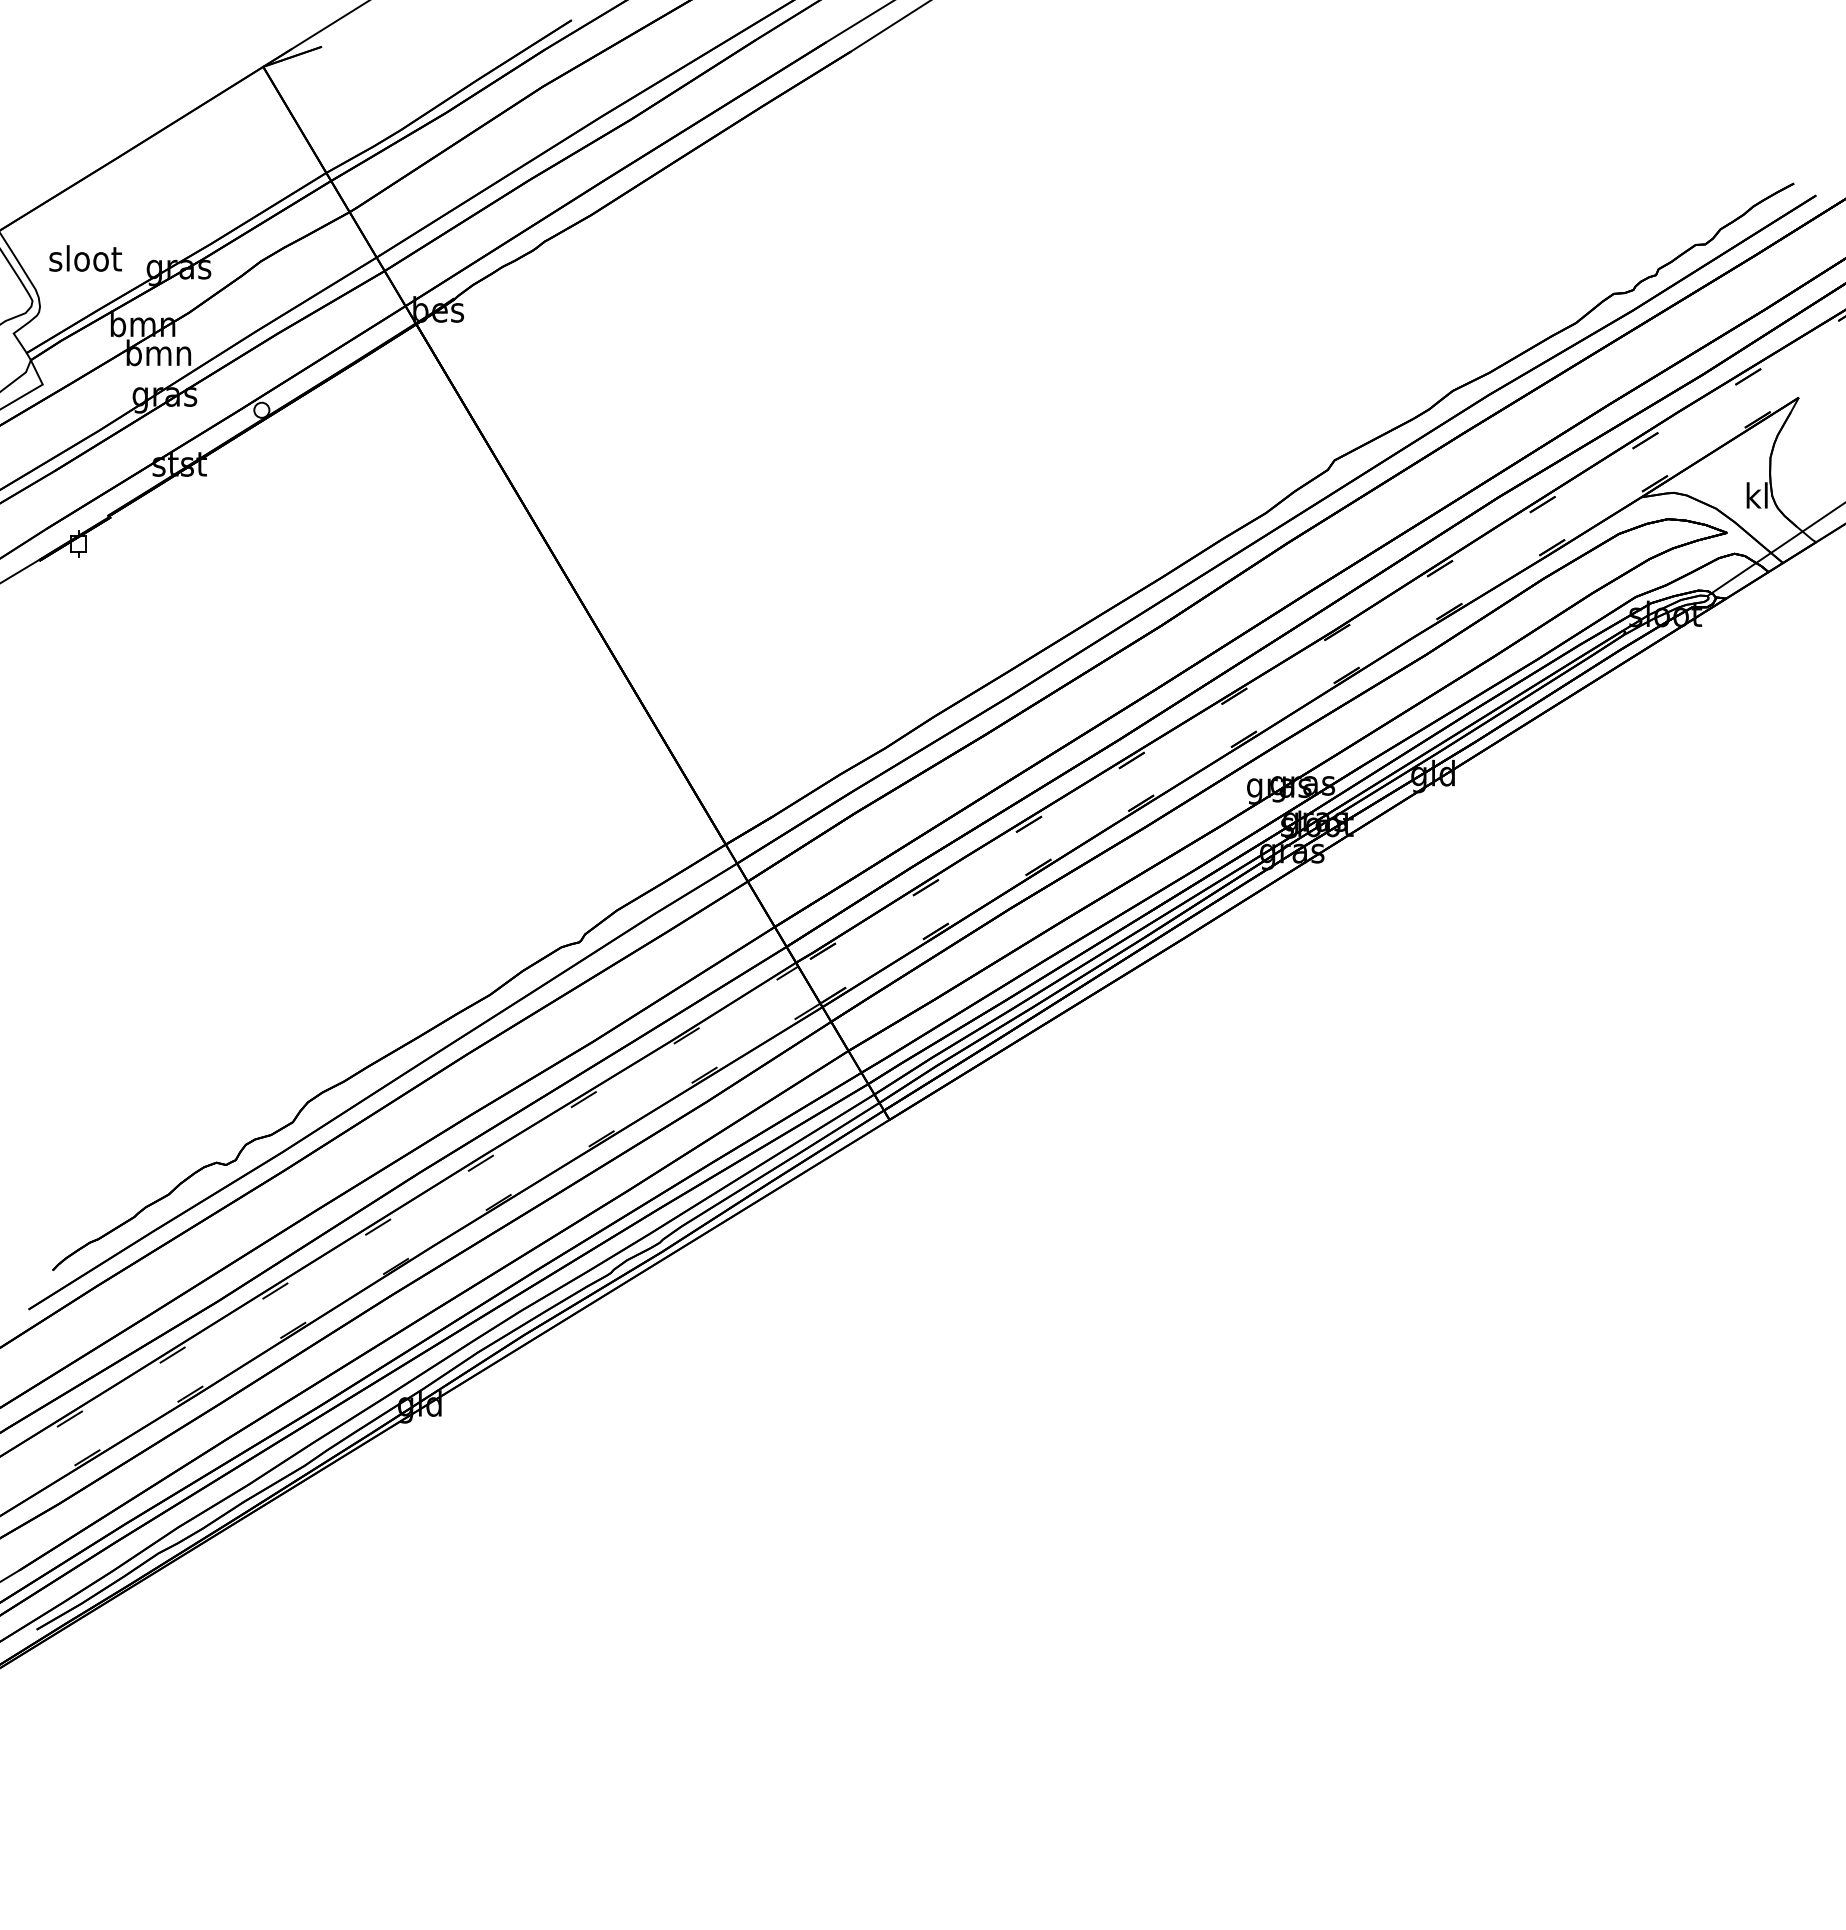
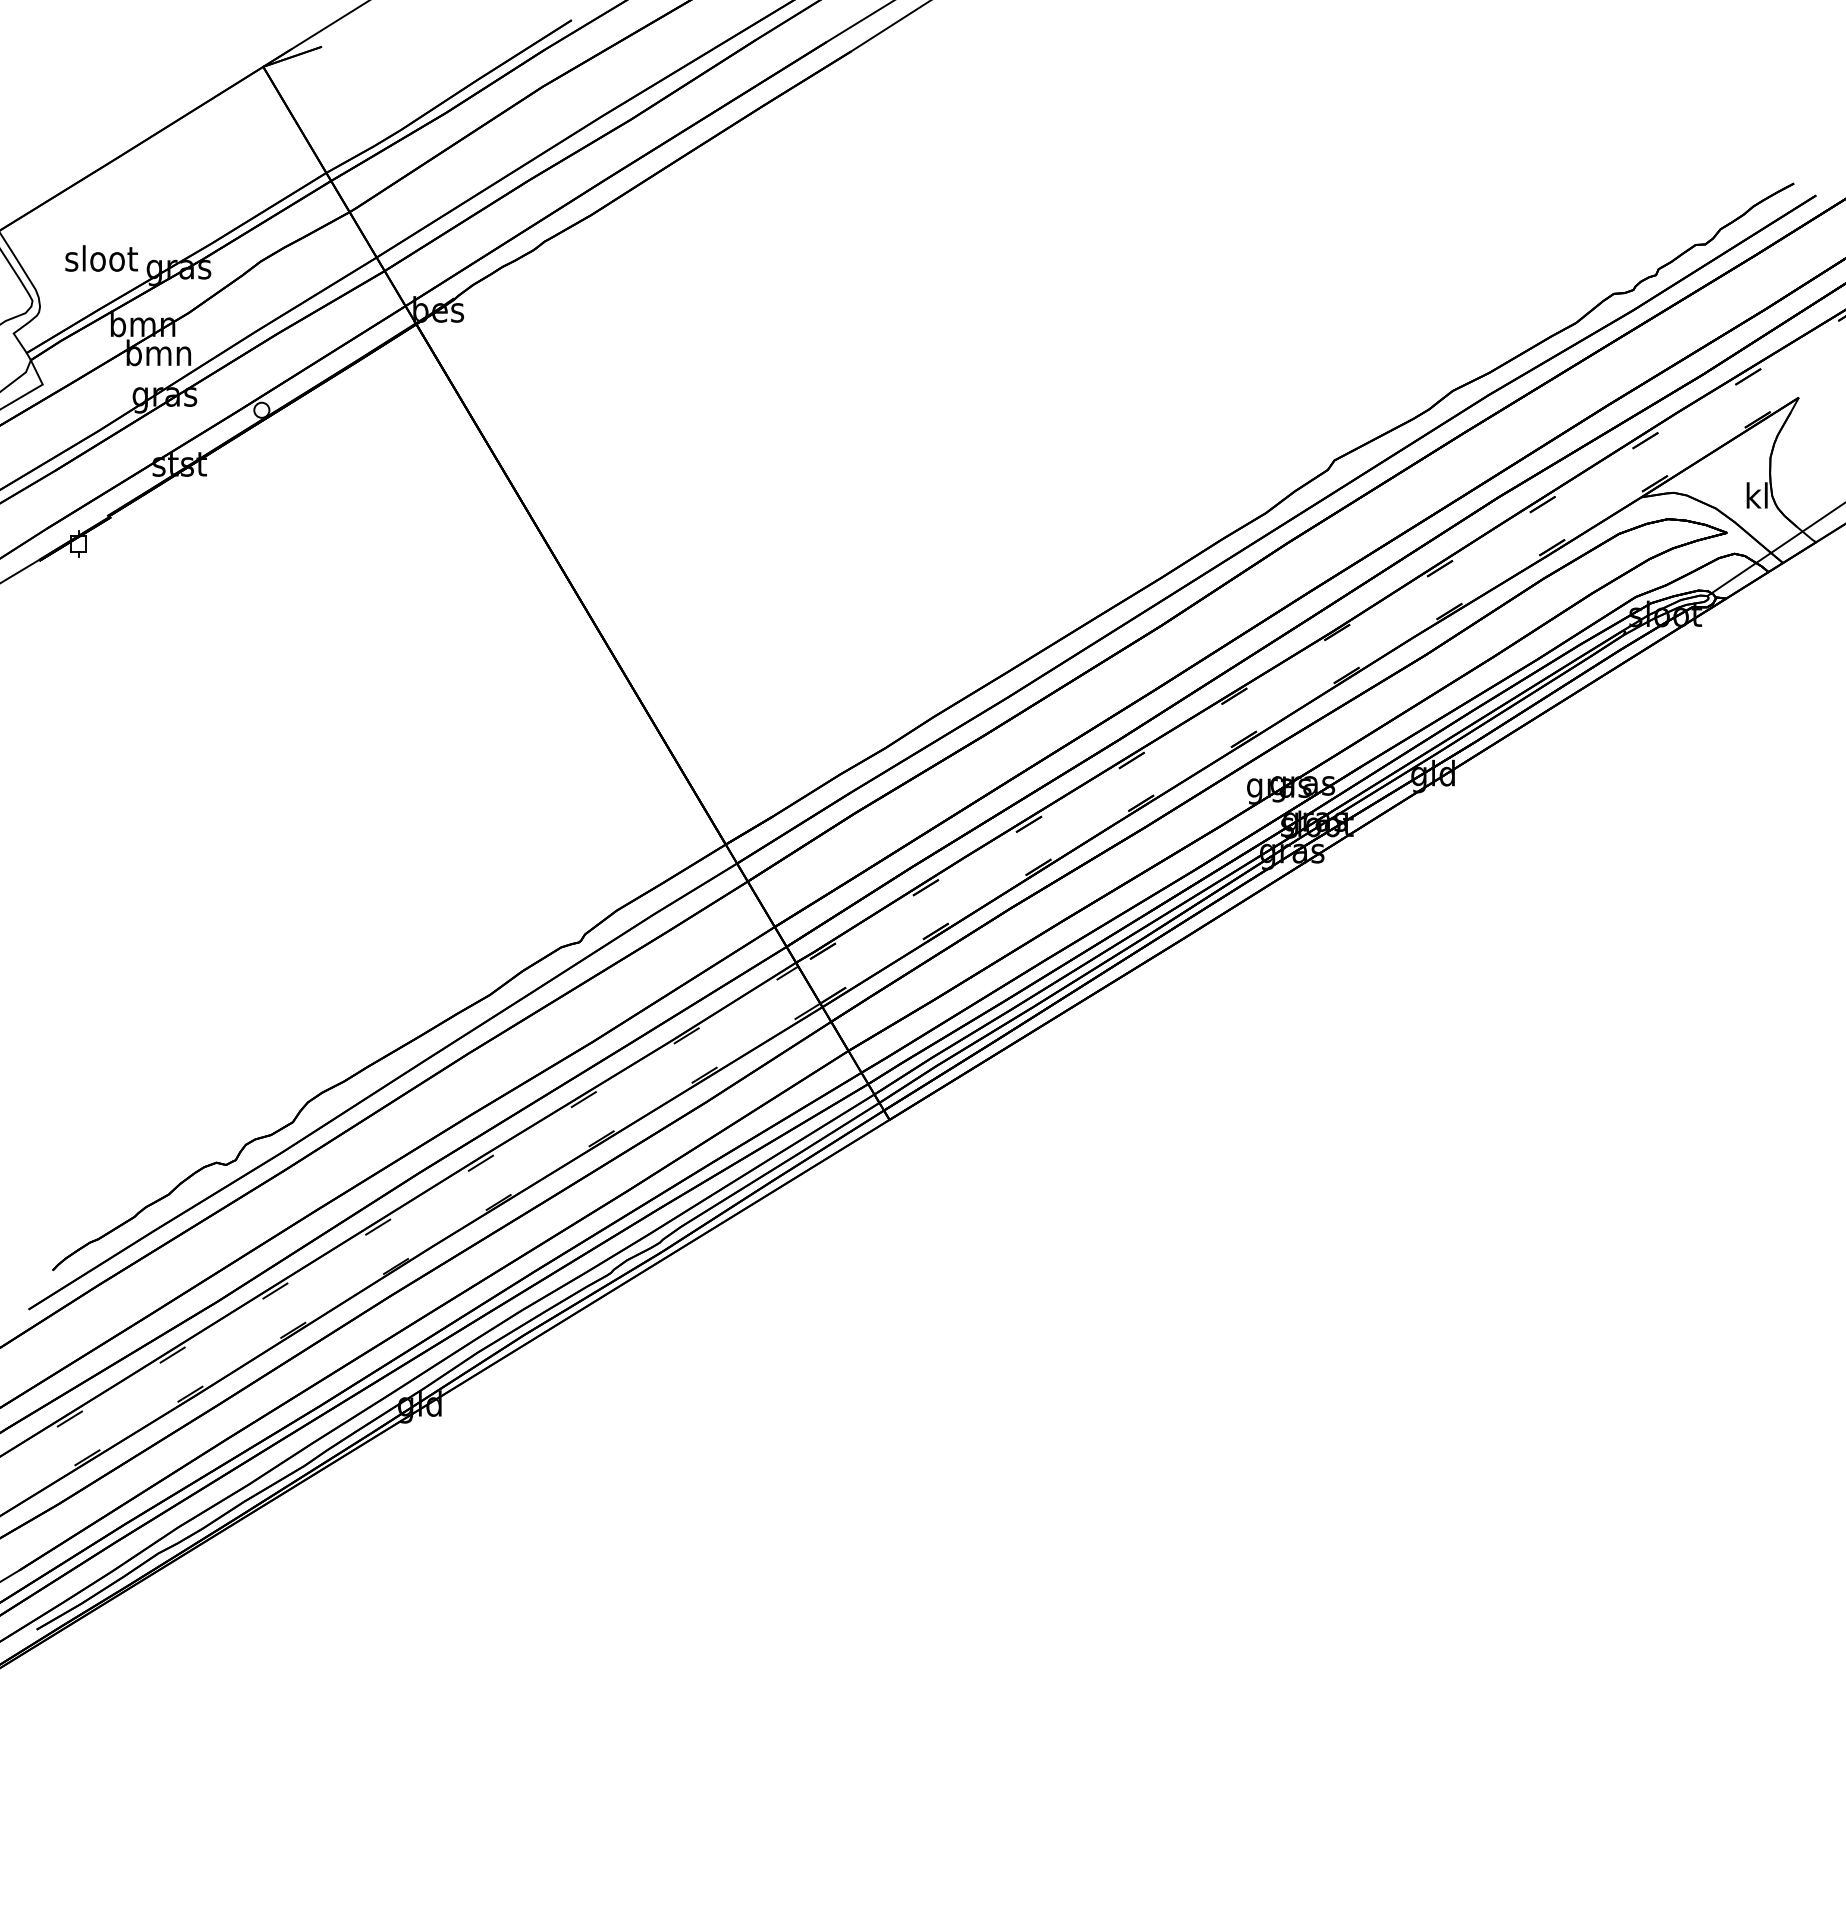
text at (85, 258) position: (85, 258) -> (101, 258)
